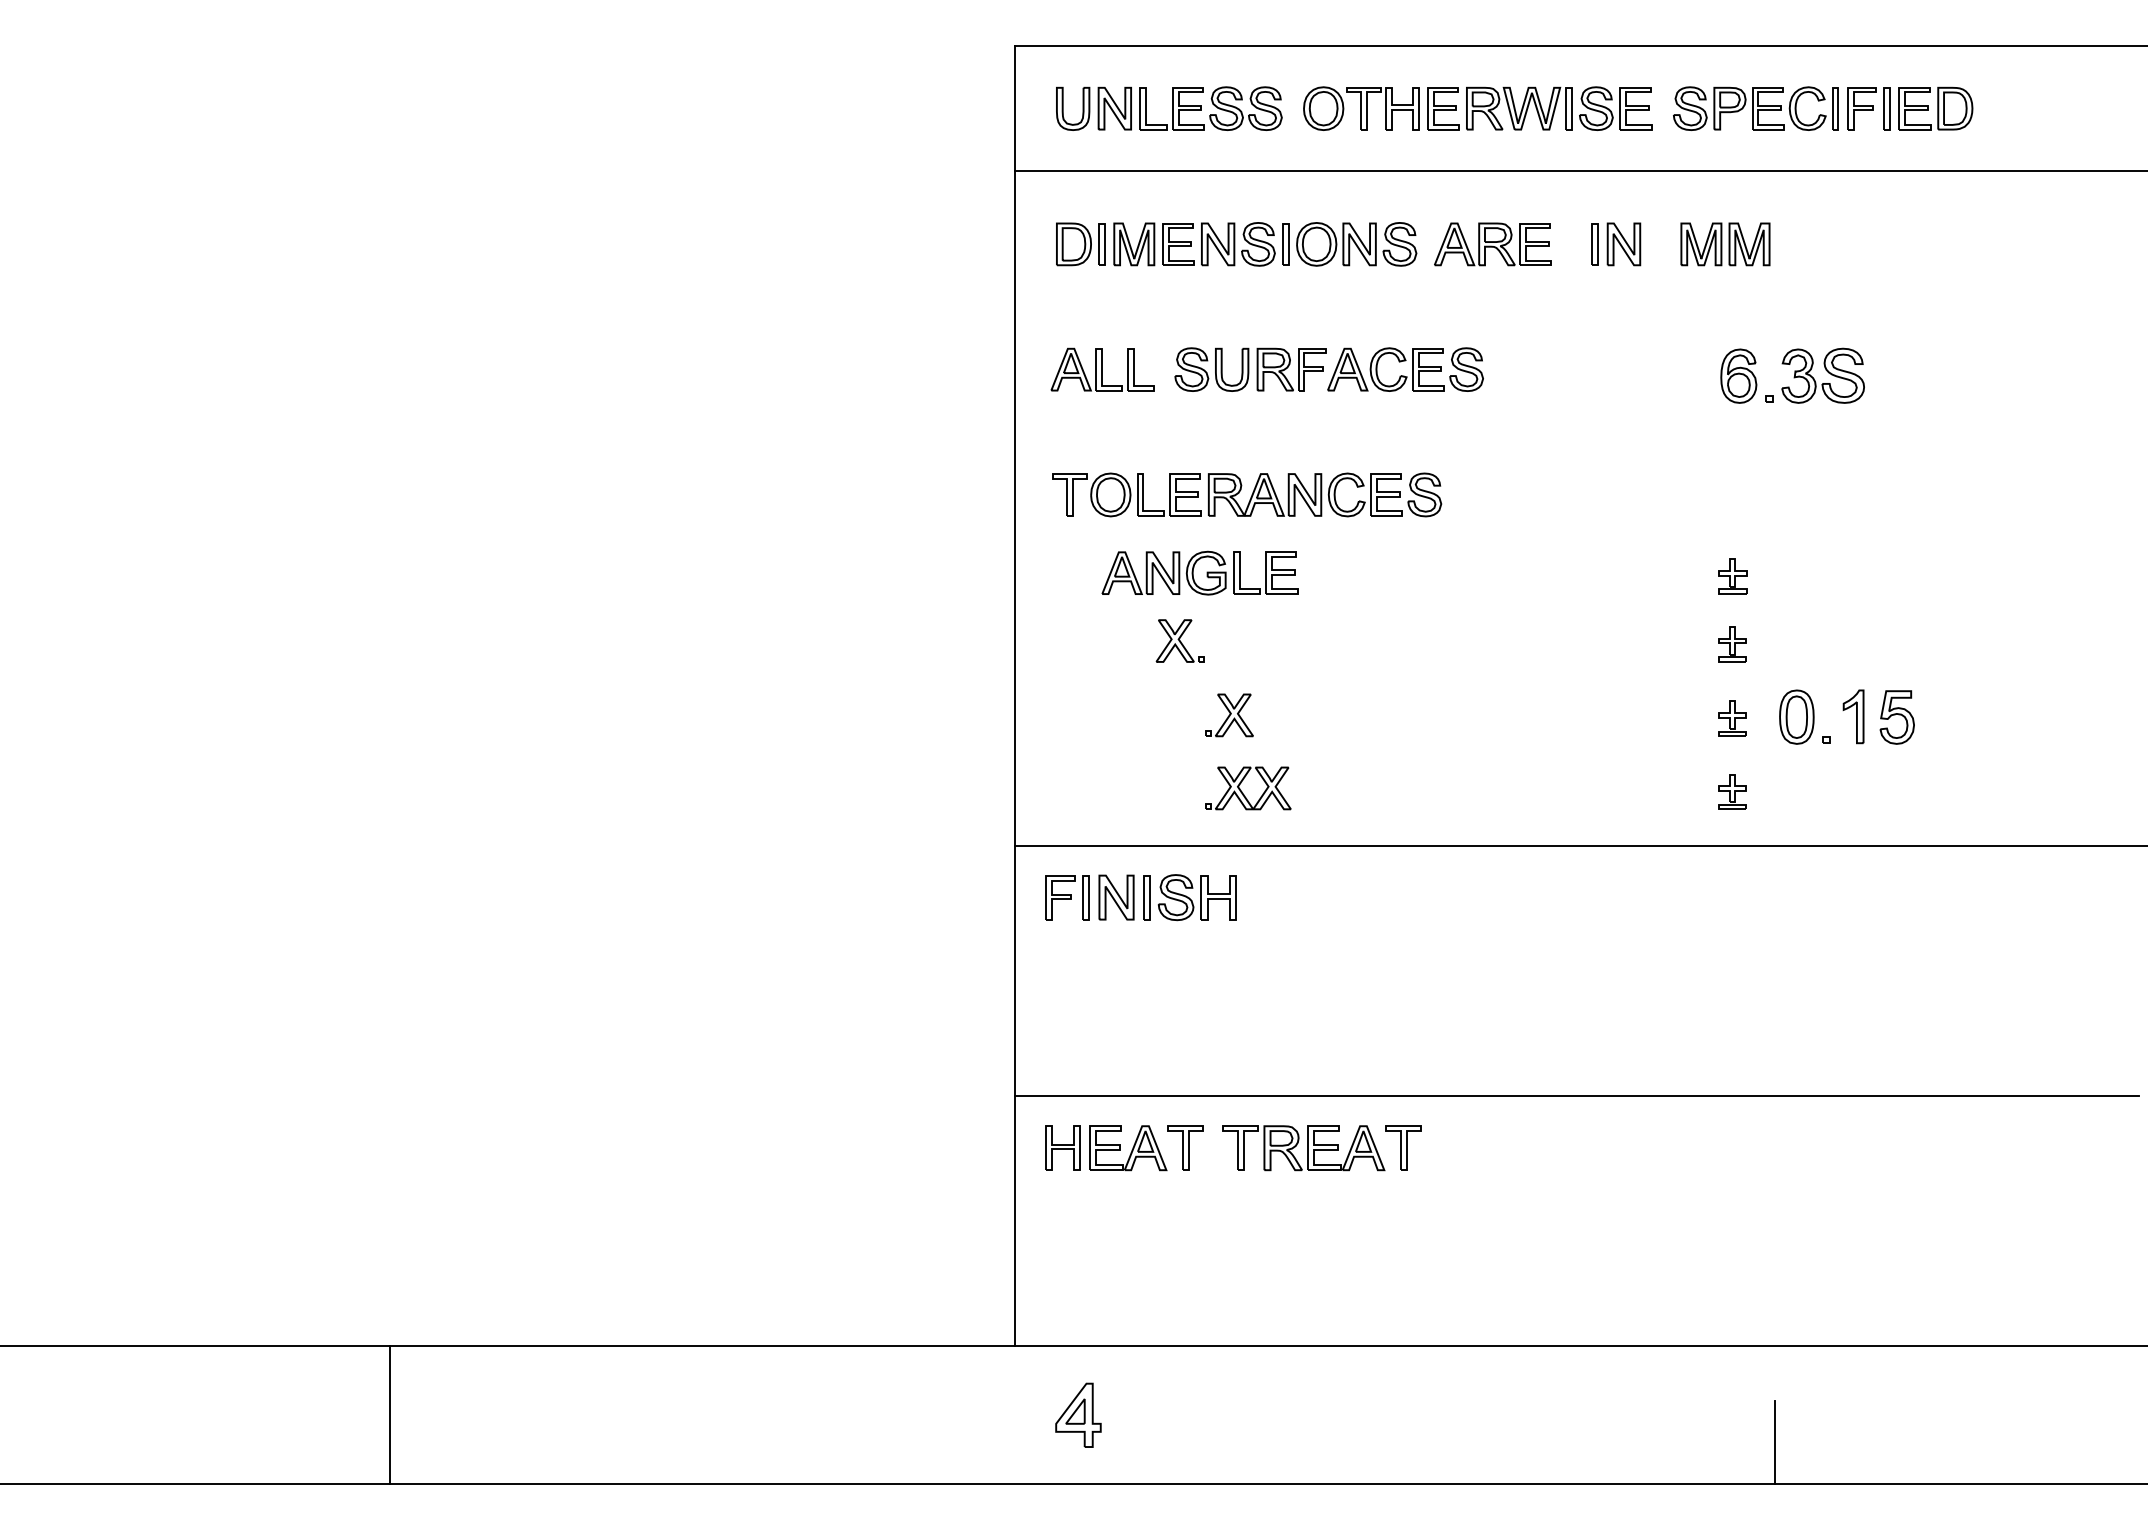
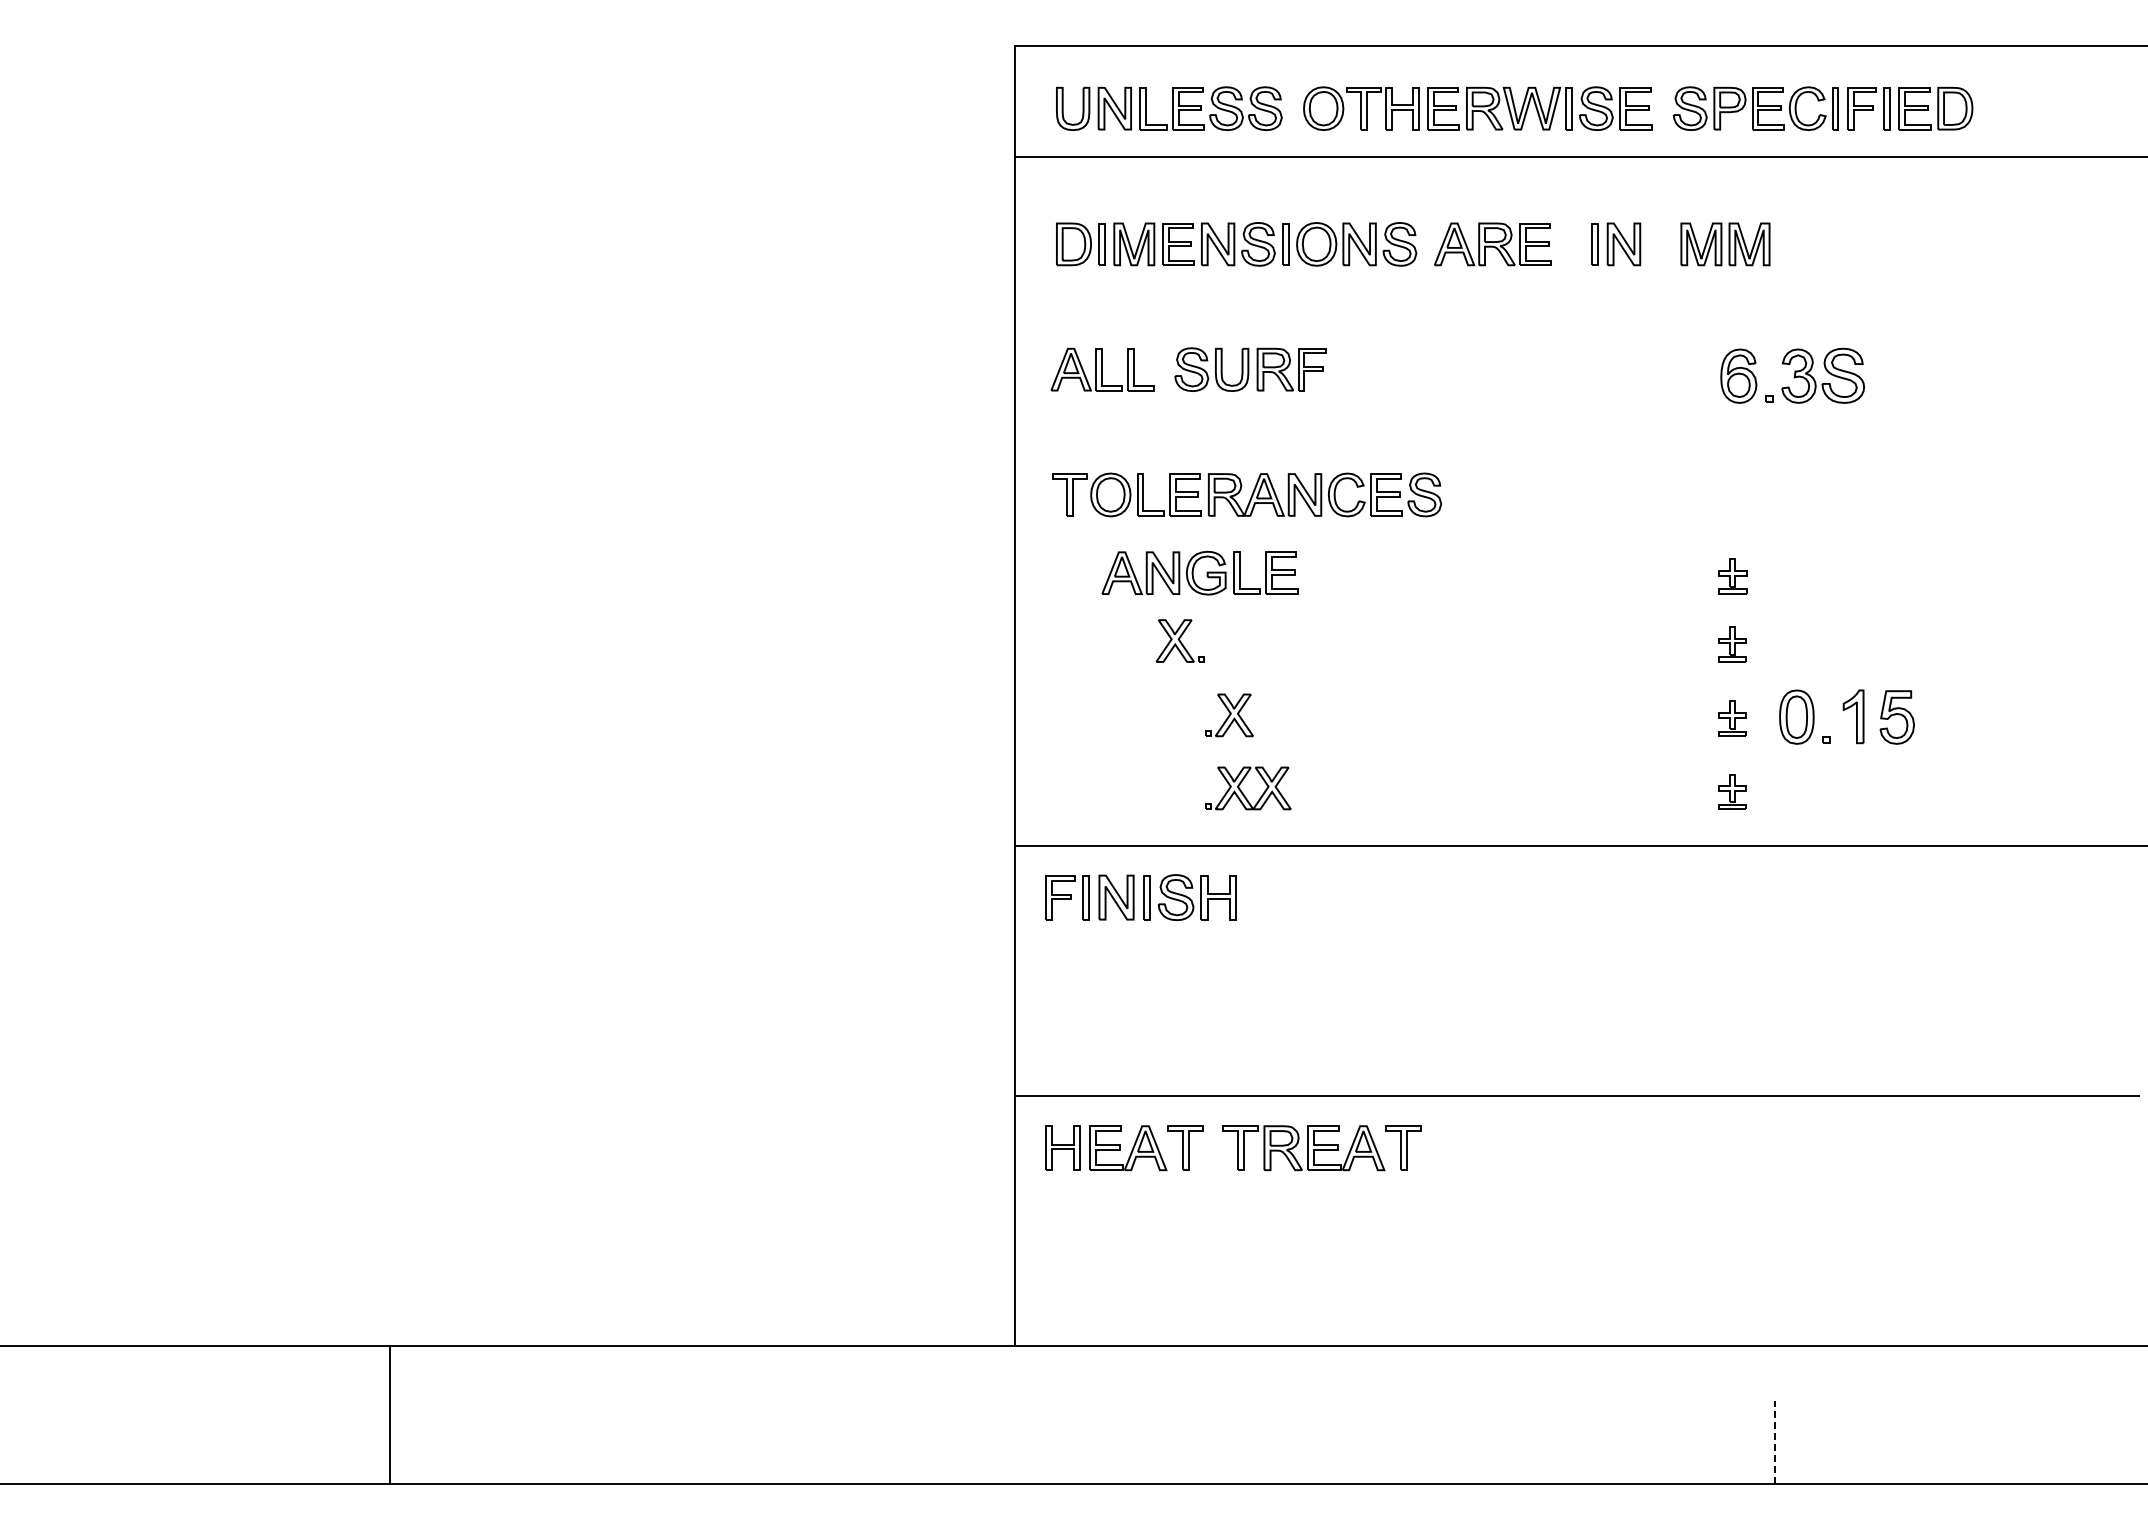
line at (1579, 170) position: (1579, 170) -> (1579, 156)
part at (1404, 375): present -> none
part at (1078, 1414): present -> none
line at (1774, 1442): solid -> dashed
